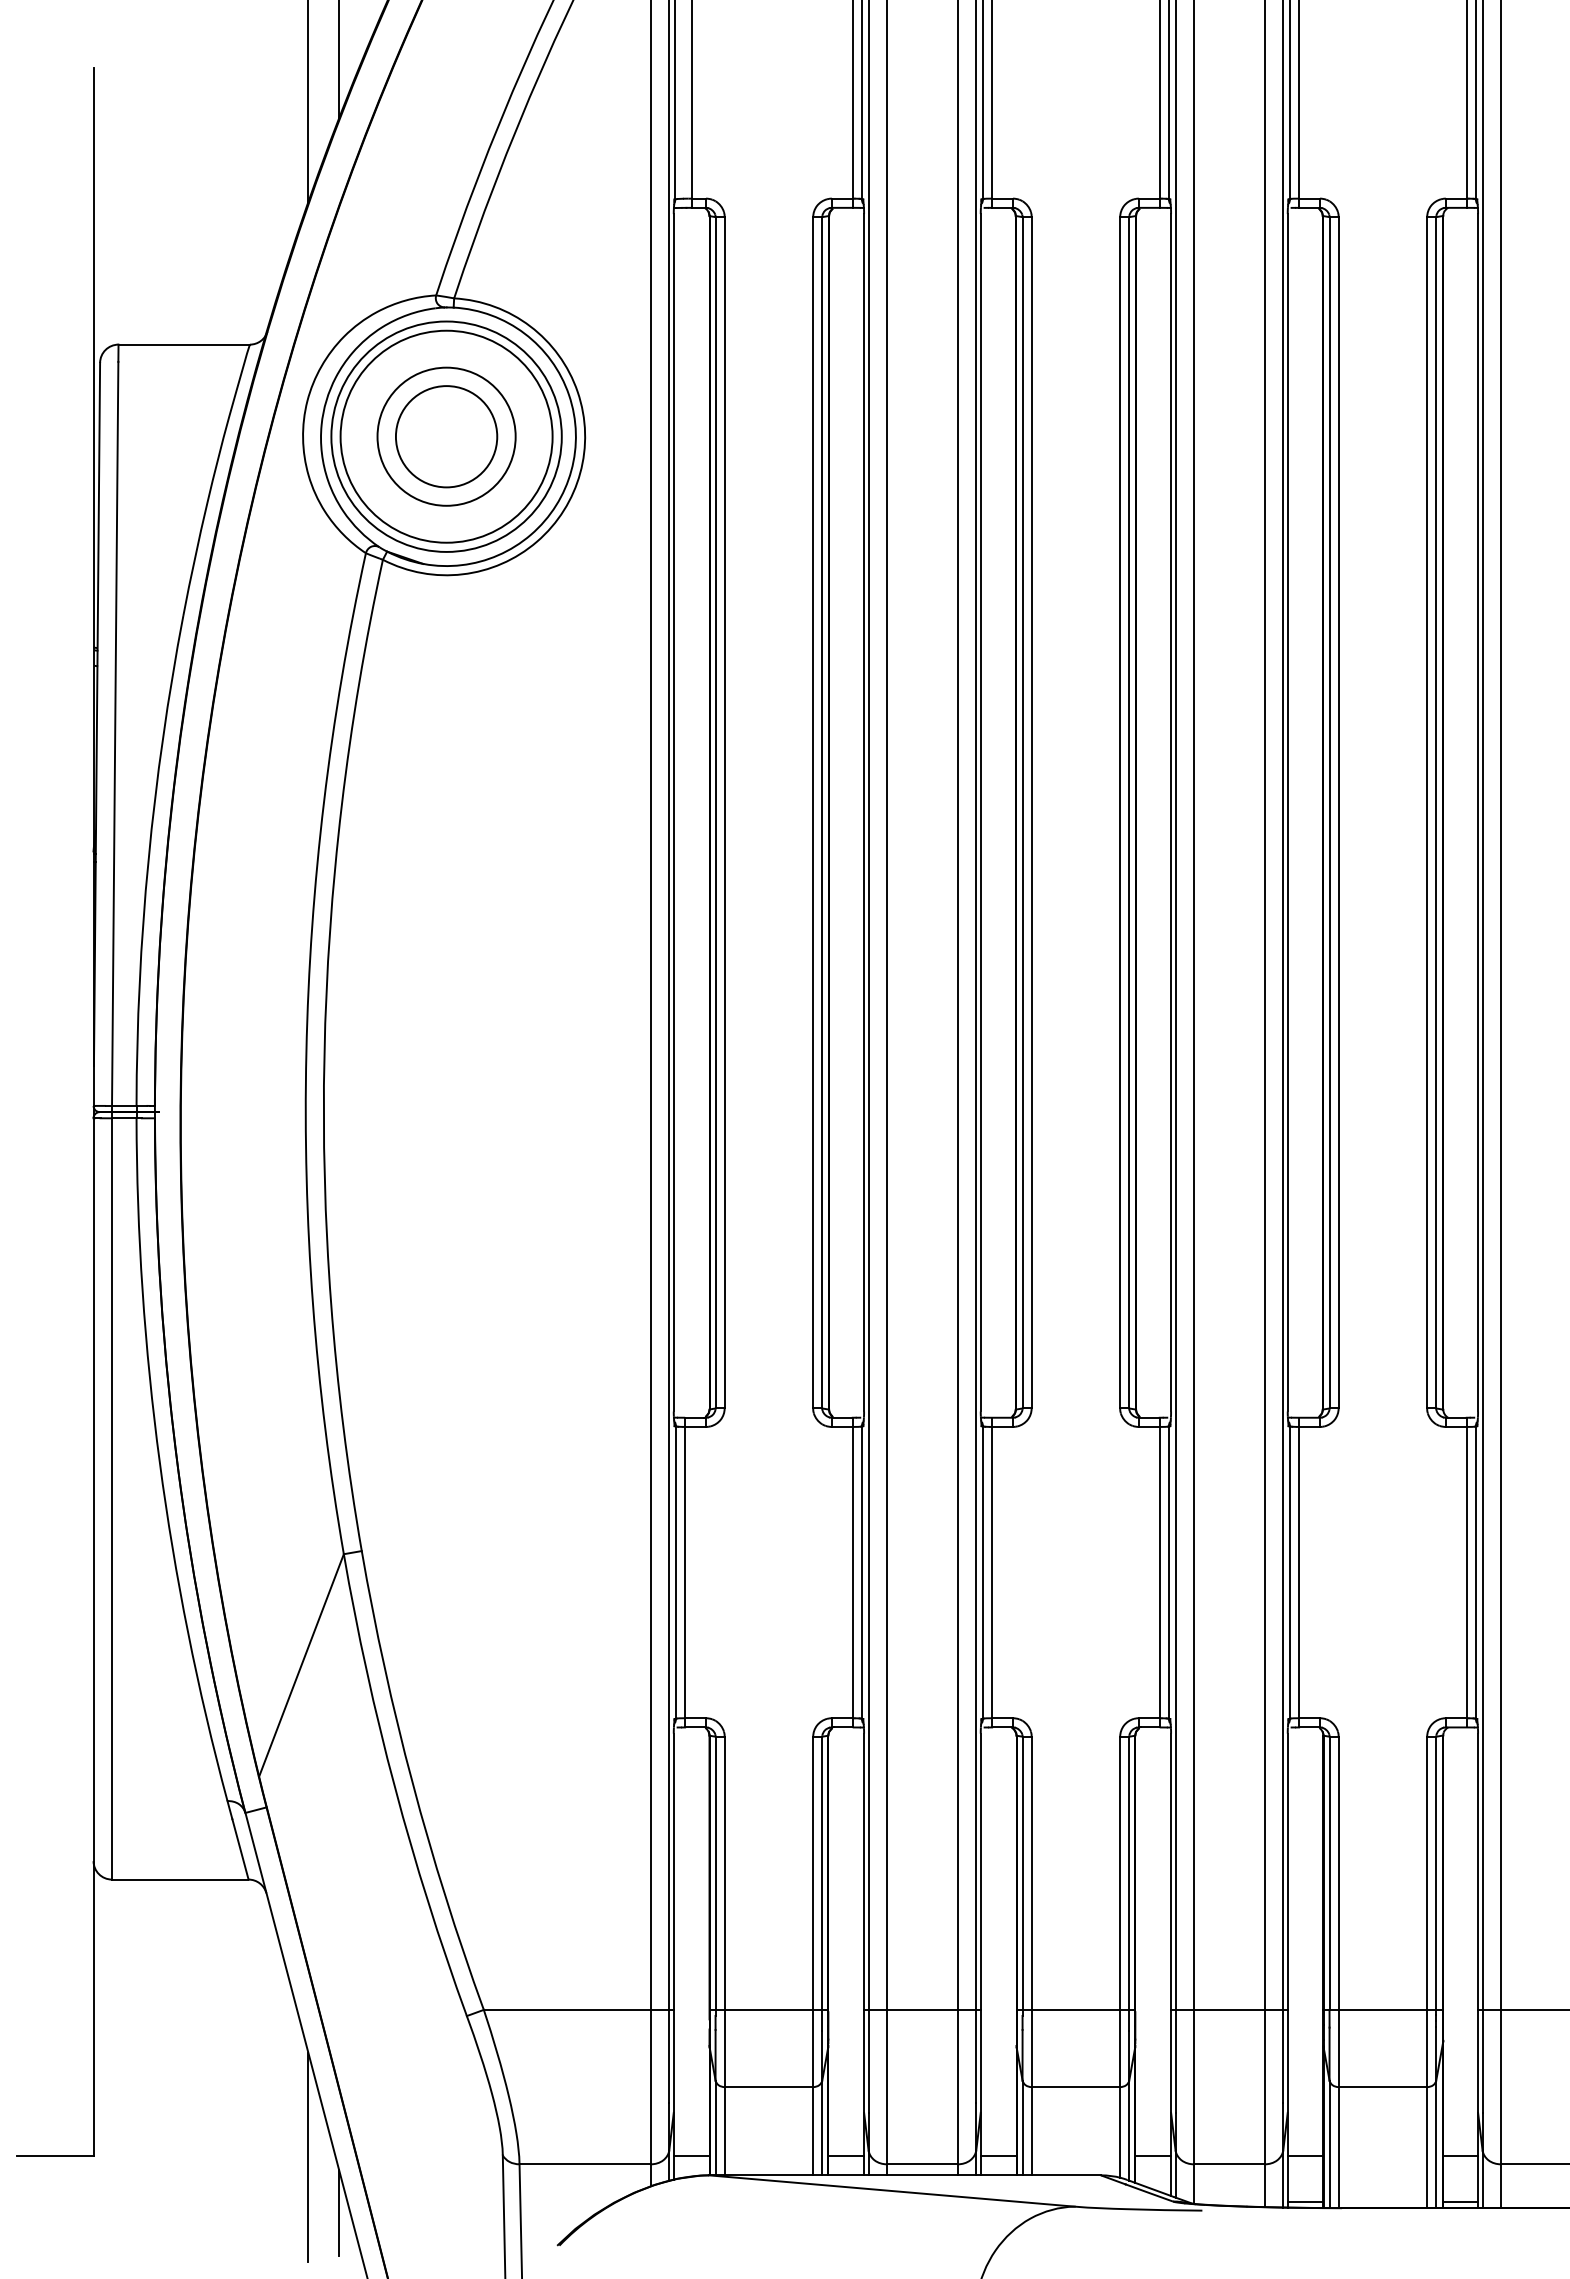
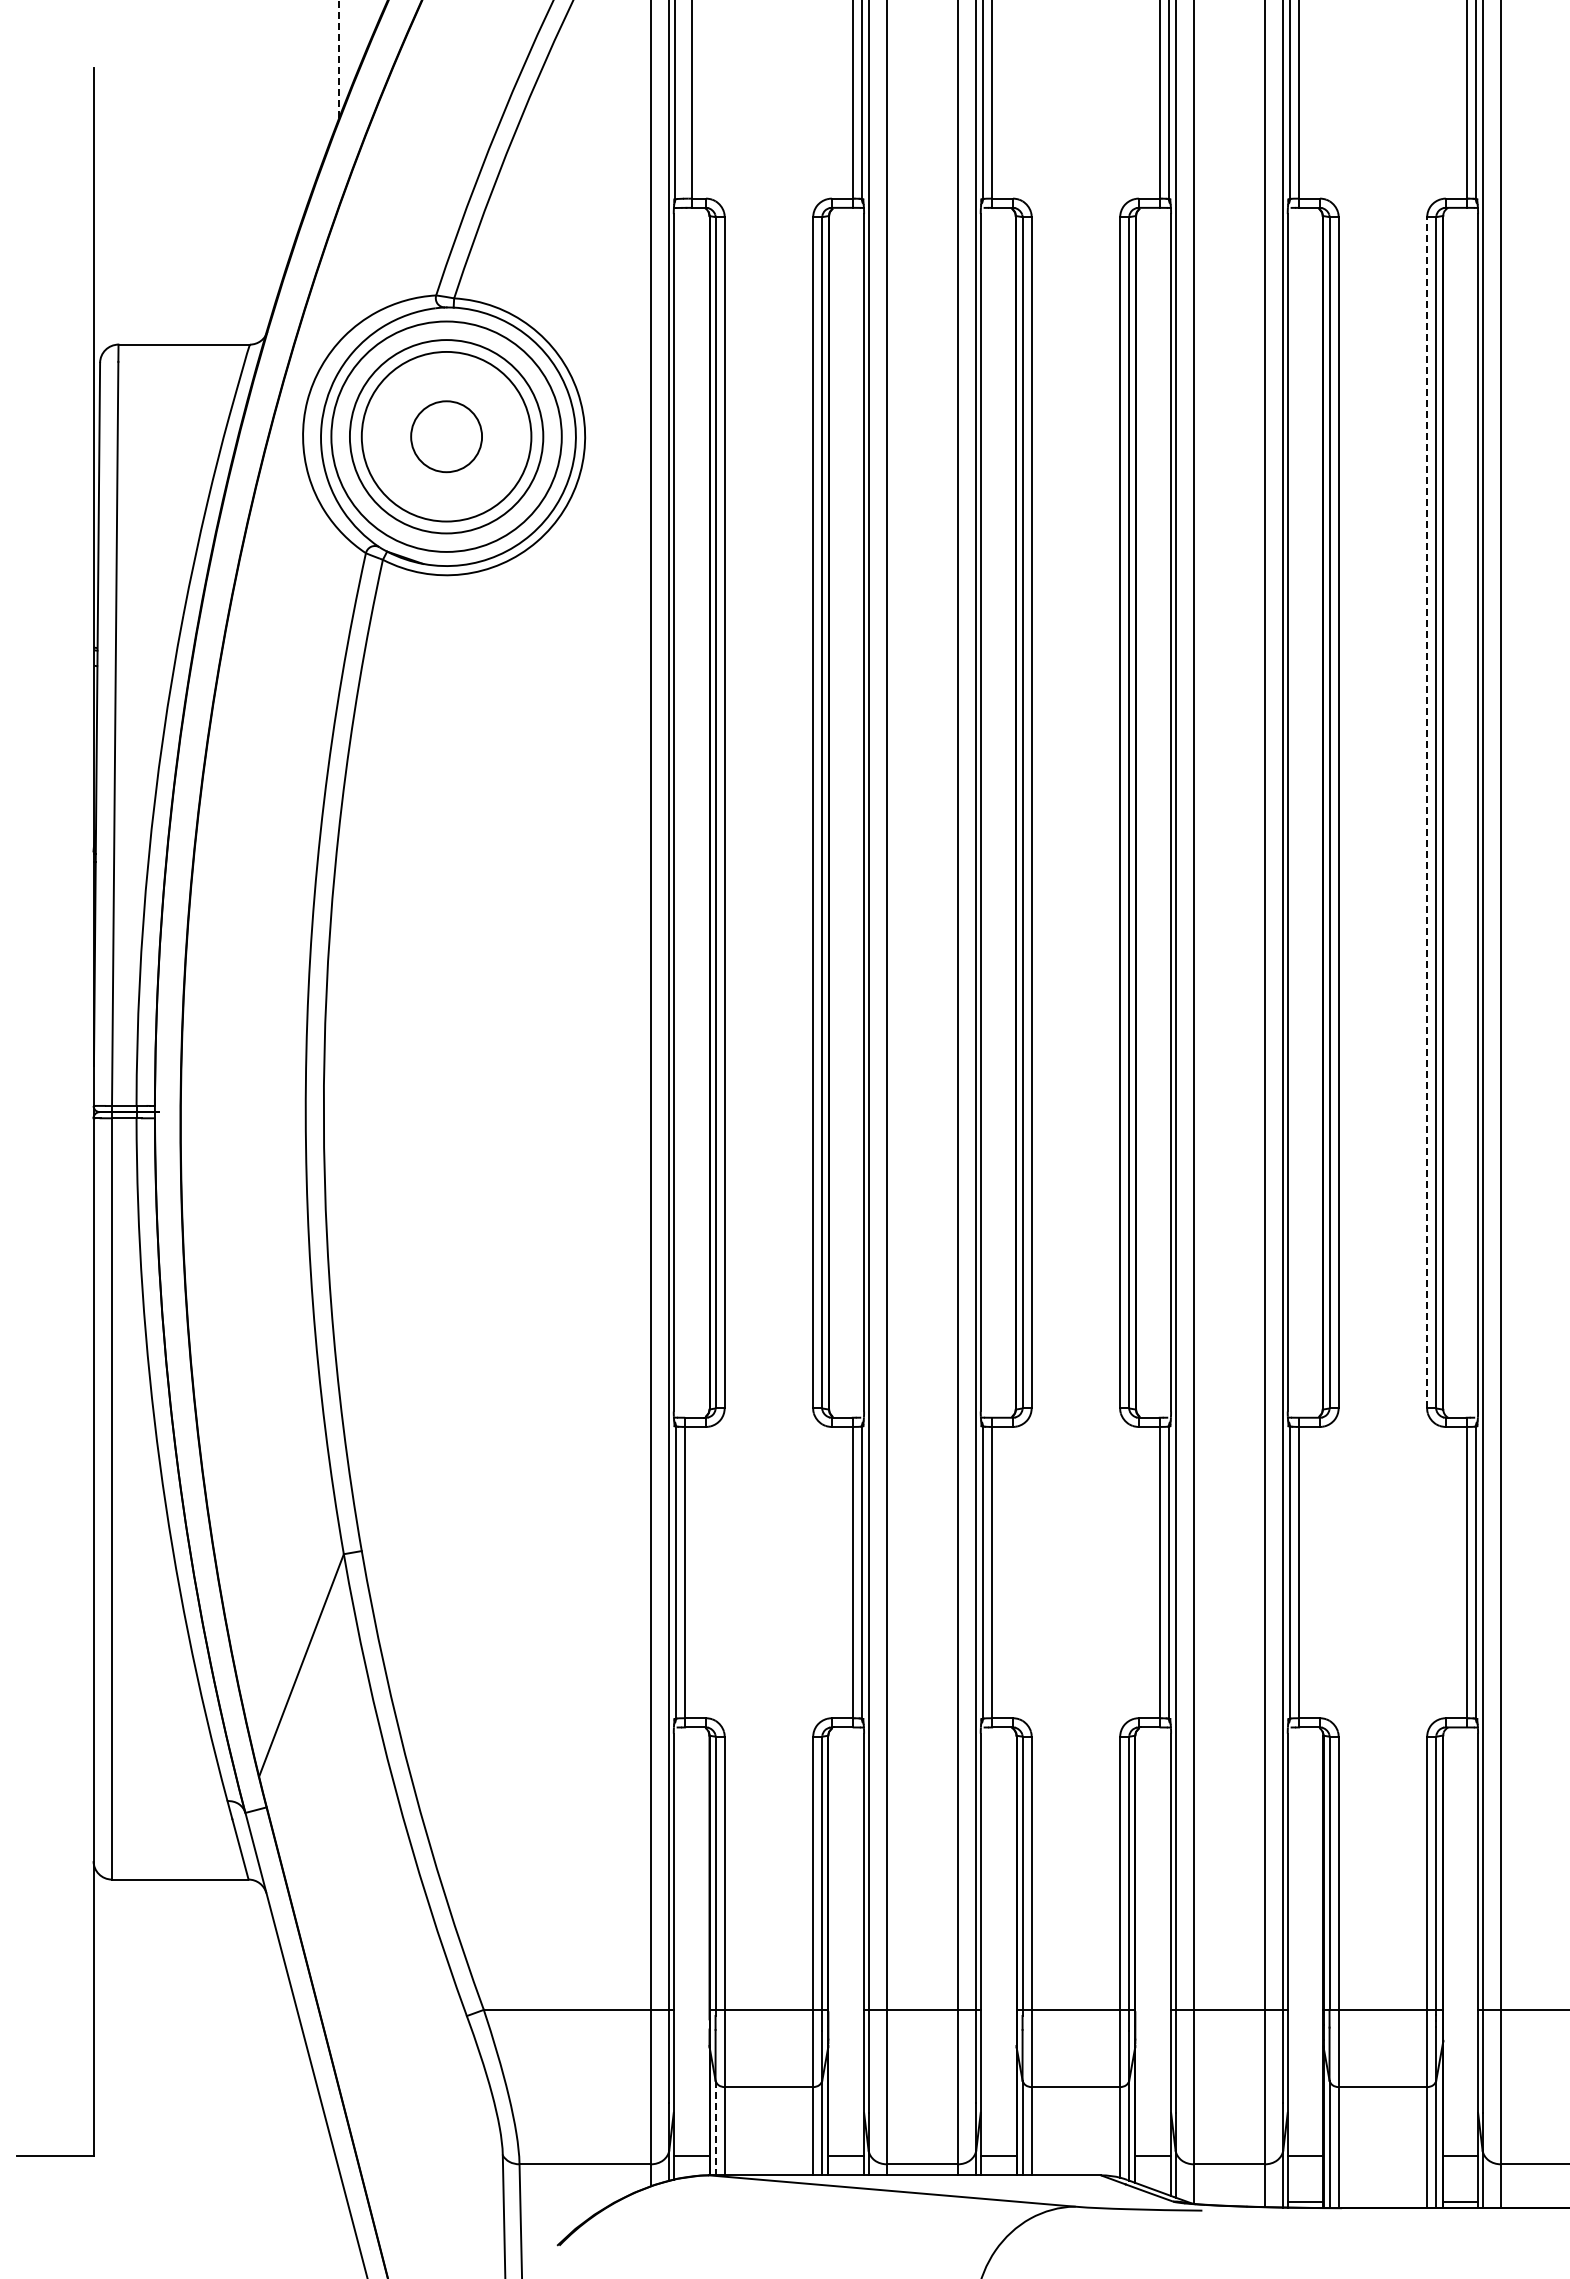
line at (339, 60): solid -> dashed
line at (308, 103): present -> none
circle at (446, 436) diameter: 101 px -> 71 px
circle at (446, 436) diameter: 138 px -> 193 px
circle at (446, 436) diameter: 212 px -> 170 px
line at (1427, 812): solid -> dashed
line at (715, 2128): solid -> dashed
line at (308, 2157): present -> none
line at (339, 2213): present -> none
